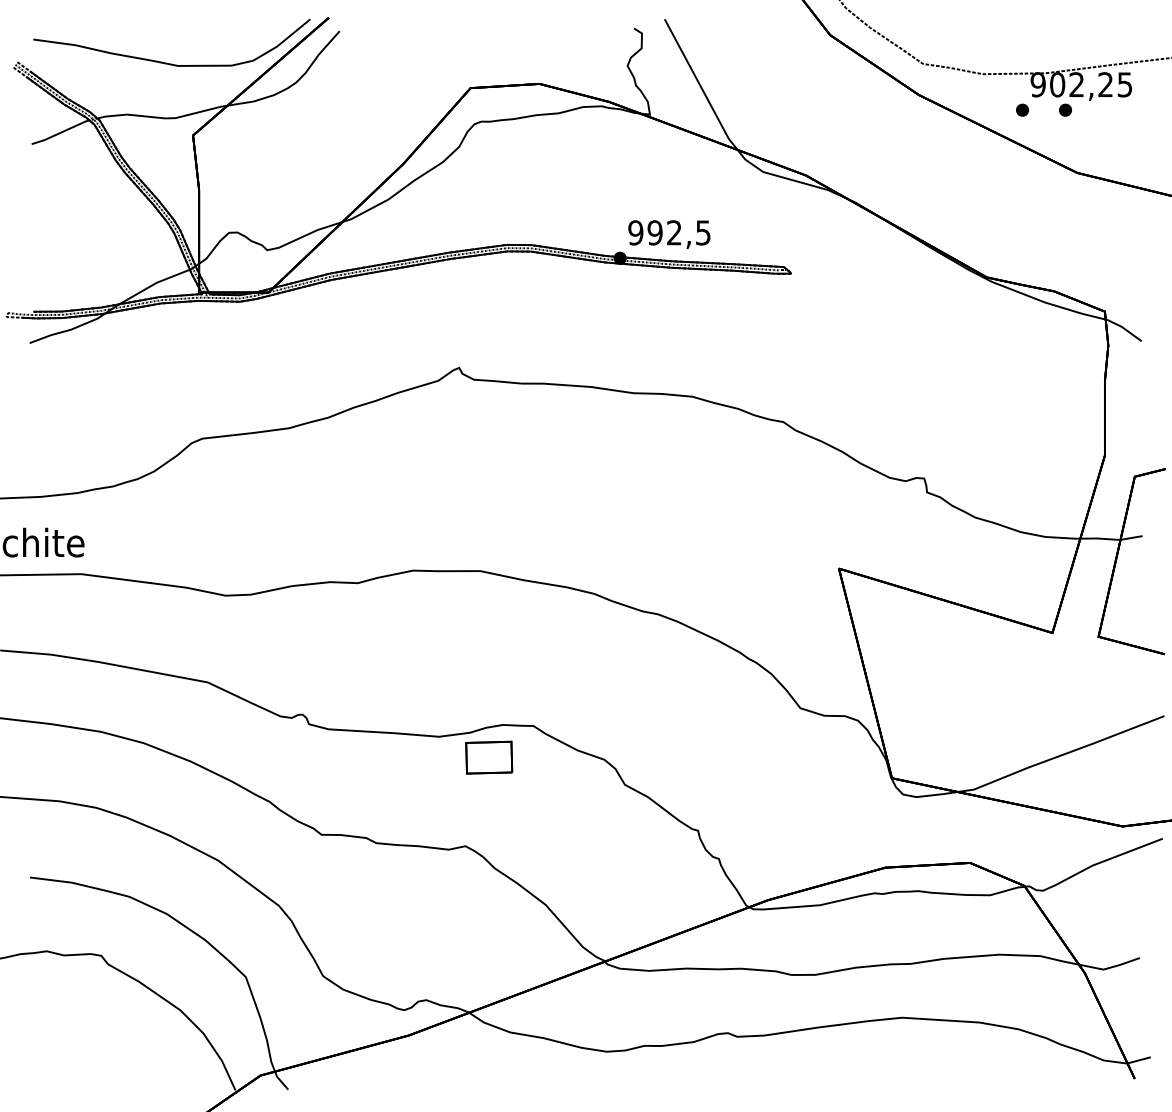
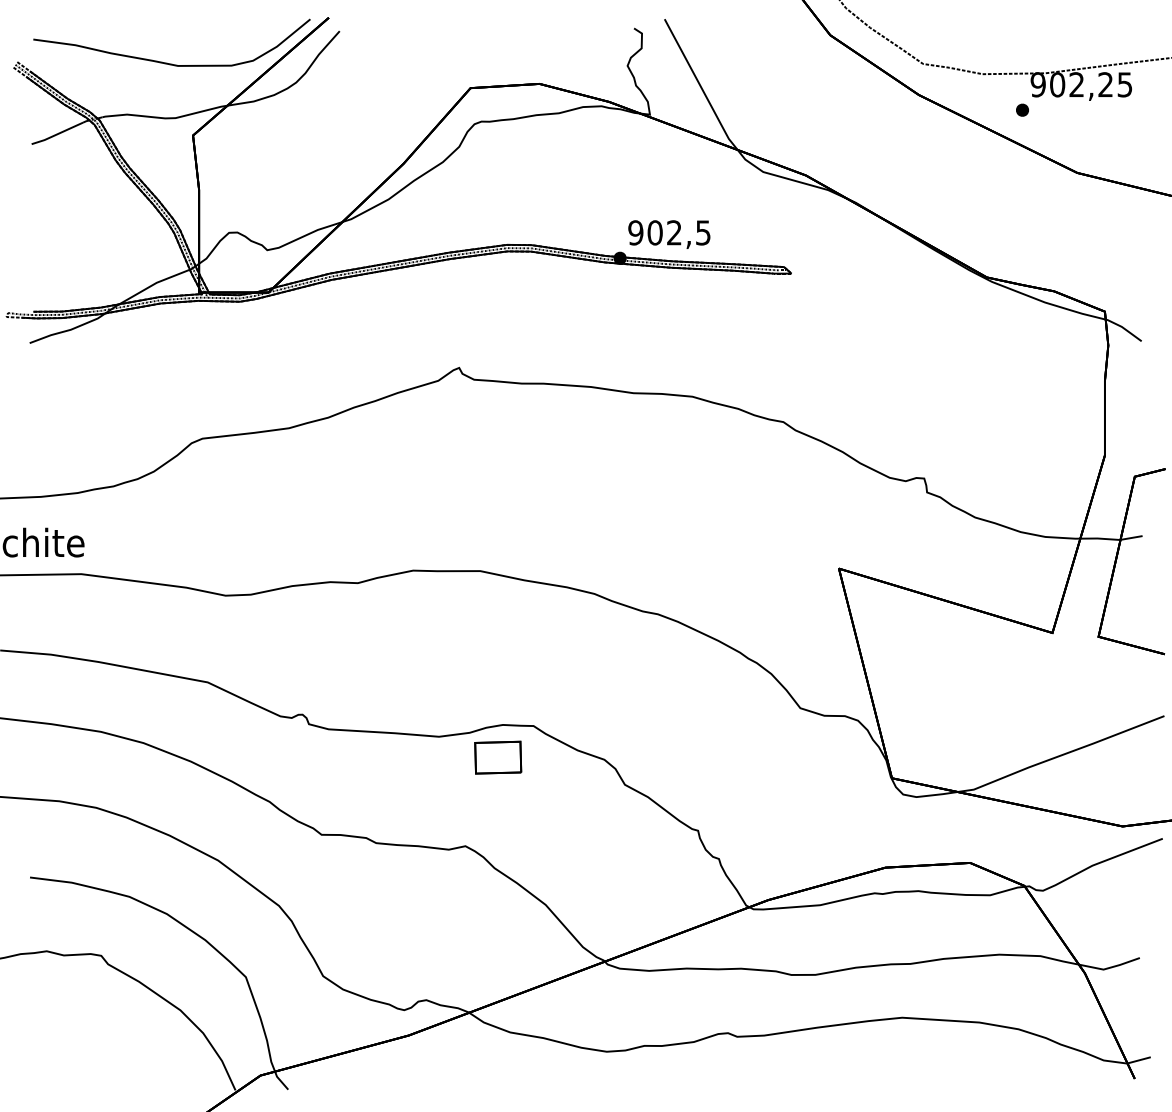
part at (1065, 109): present -> none
text at (654, 232): 992,5 -> 902,5
part at (489, 757) position: (489, 757) -> (498, 757)
